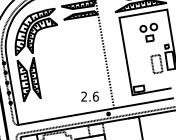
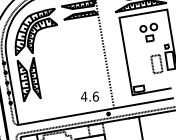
text at (84, 96): 2.6 -> 4.6
